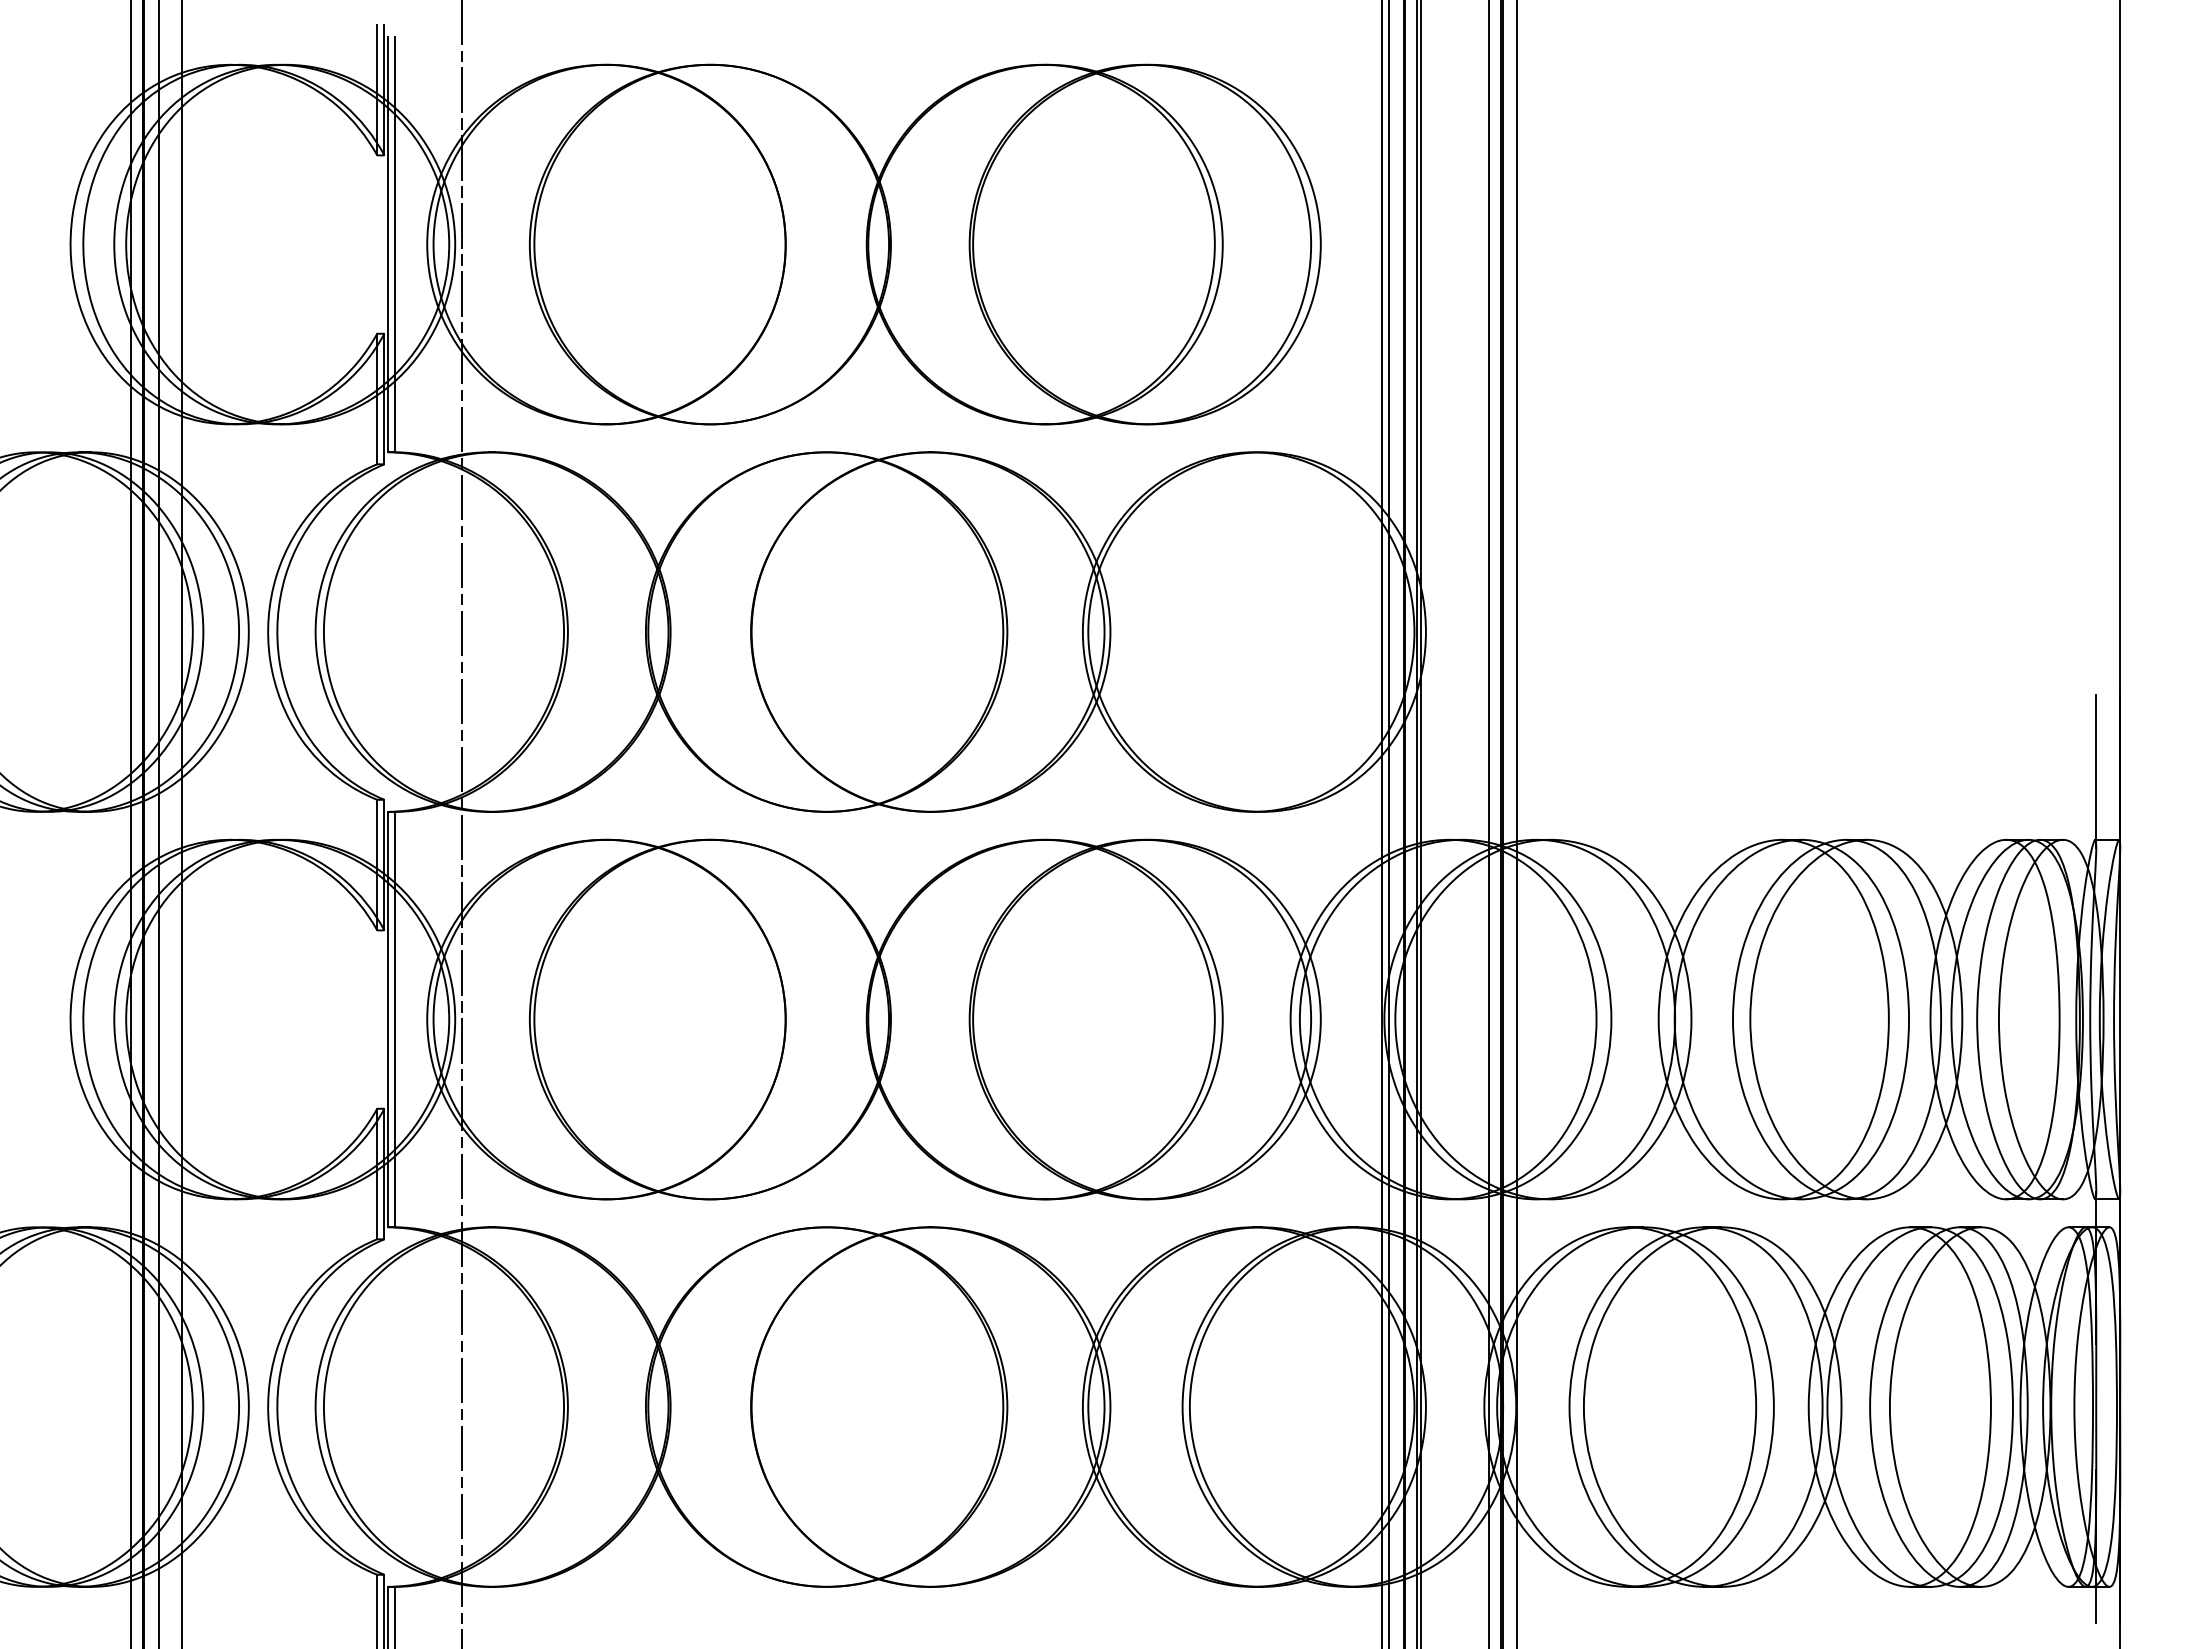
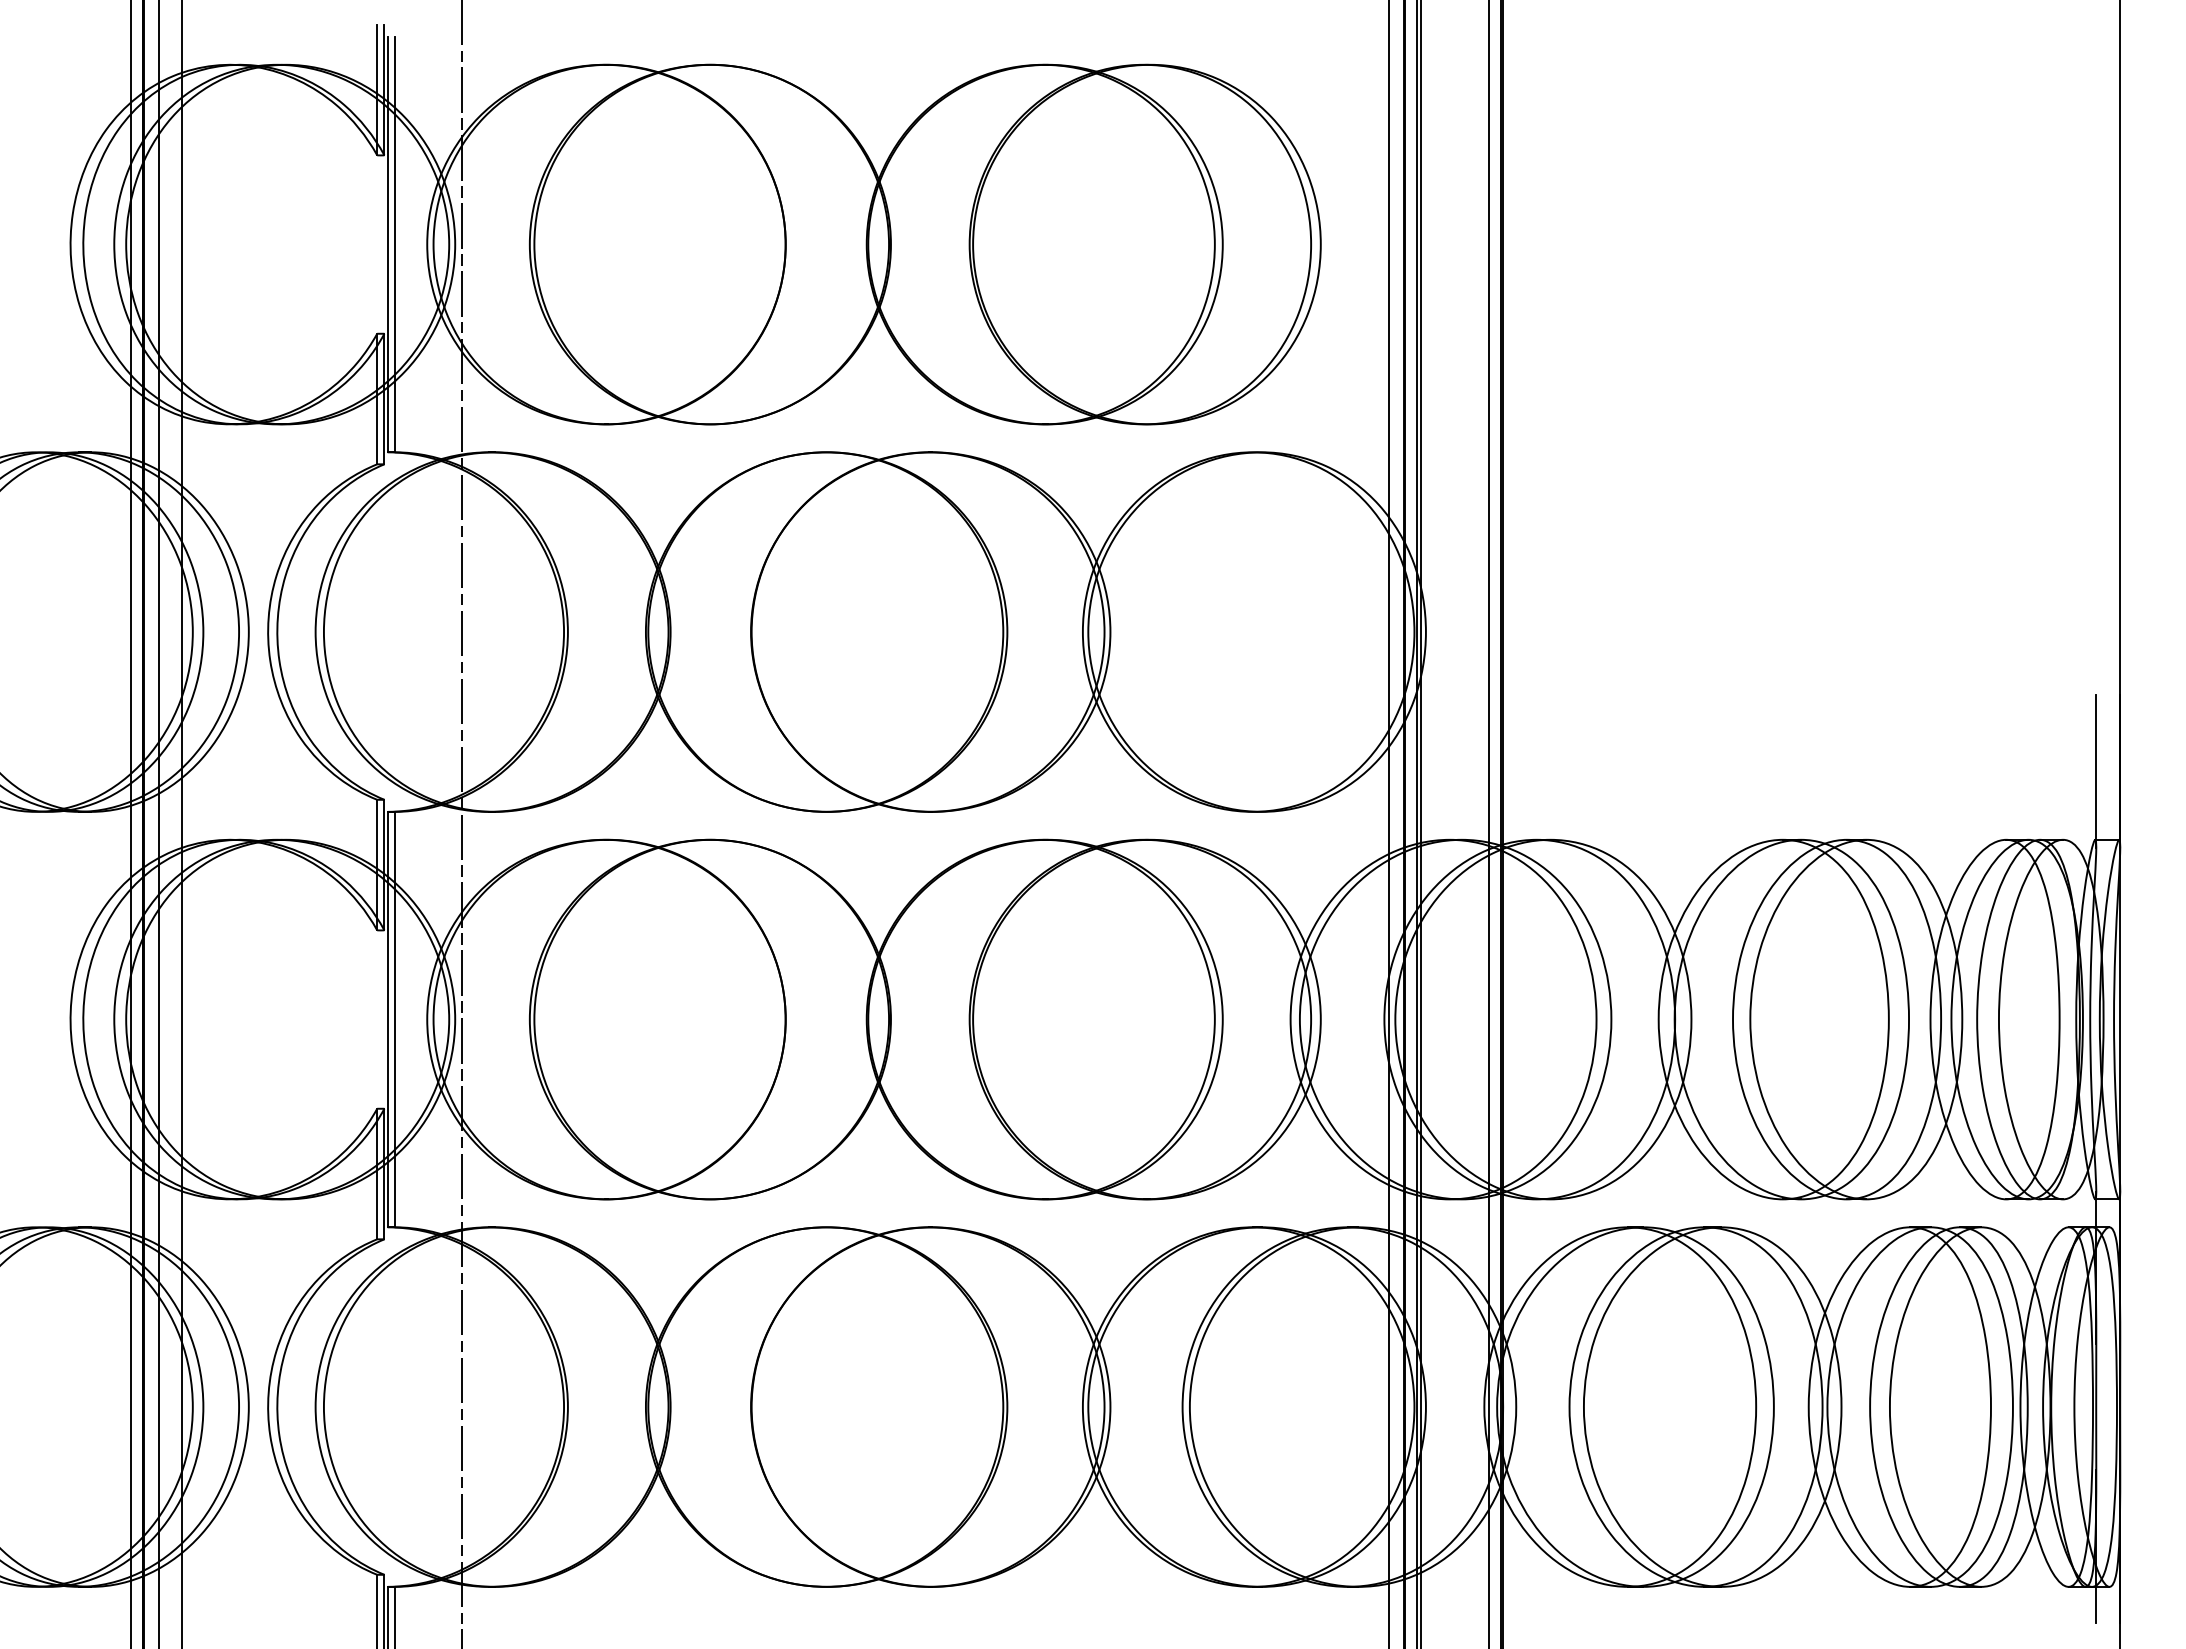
line at (1382, 823): present -> none
line at (1517, 823): present -> none
